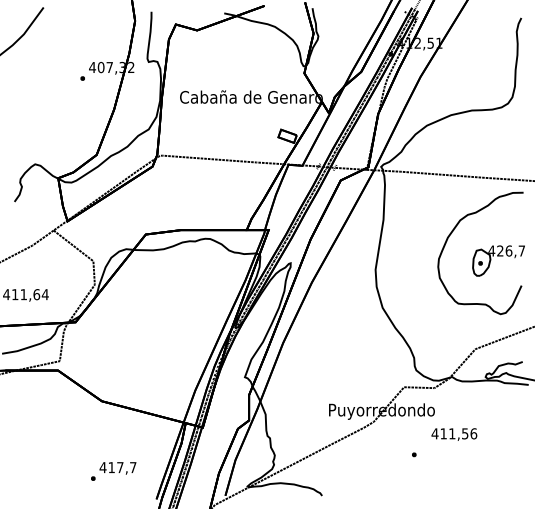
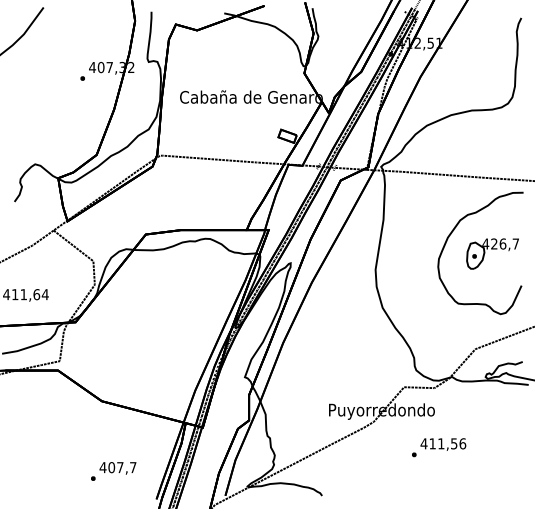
part at (498, 260) position: (498, 260) -> (492, 253)
text at (454, 434) position: (454, 434) -> (443, 444)
text at (111, 467): 417,7 -> 407,7
